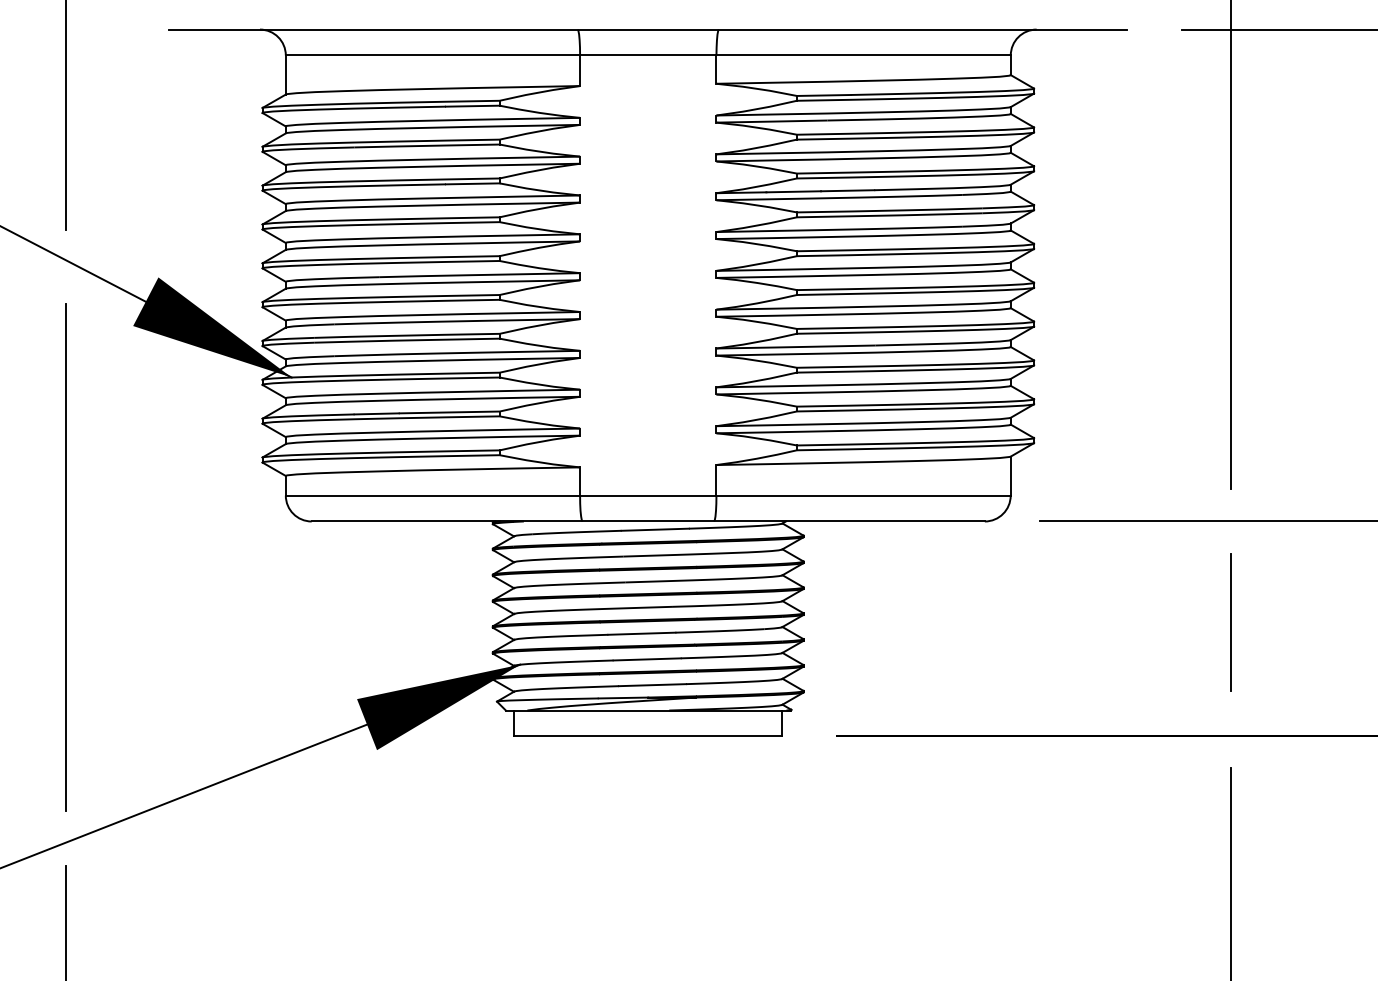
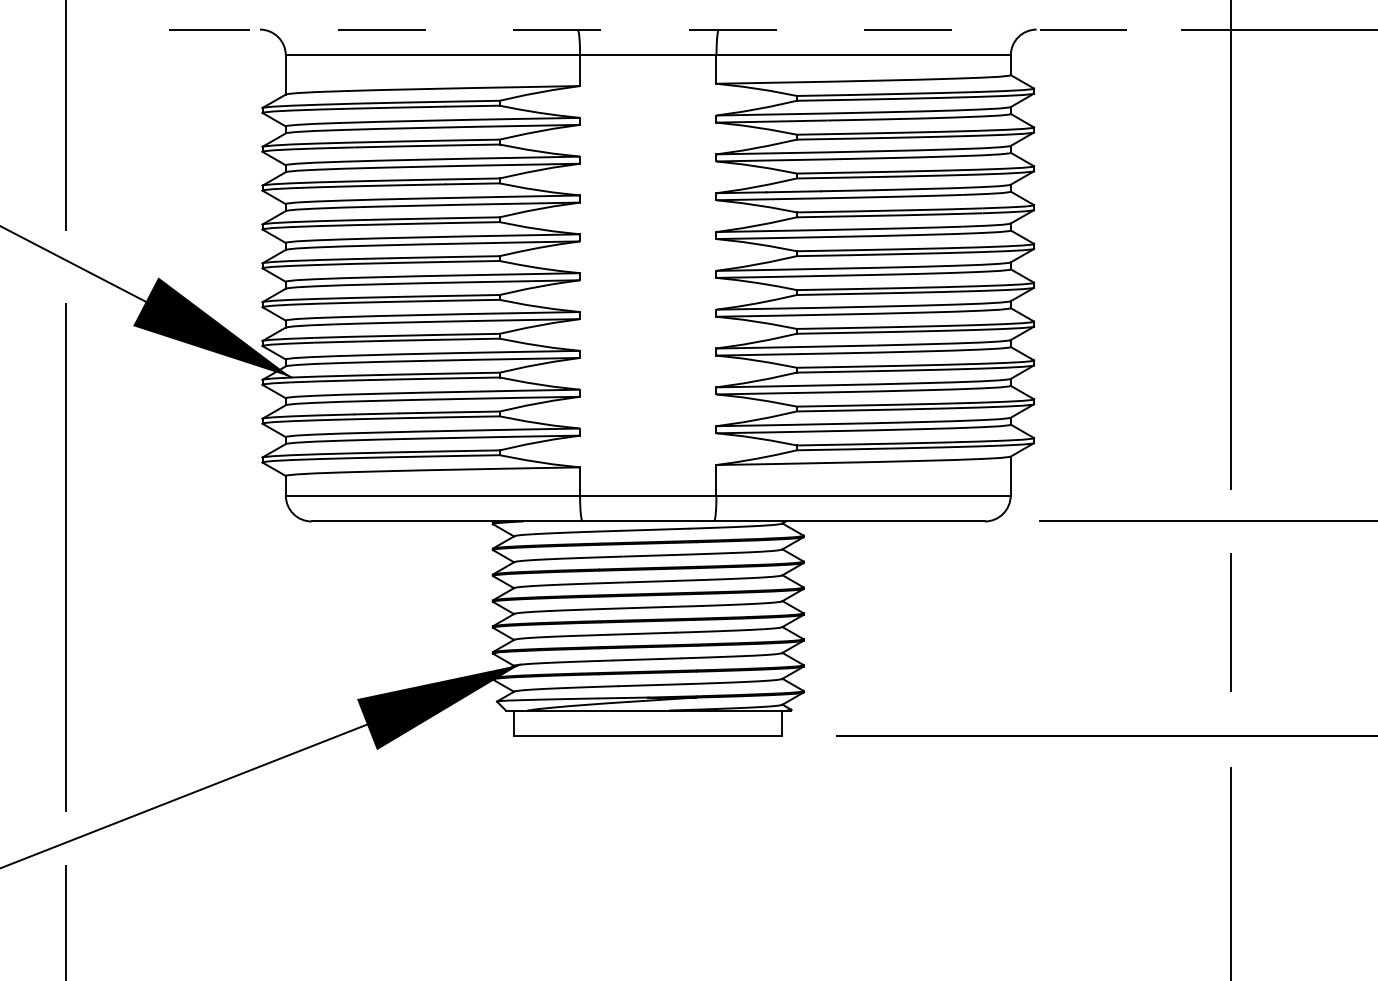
line at (648, 29): solid -> dashed
